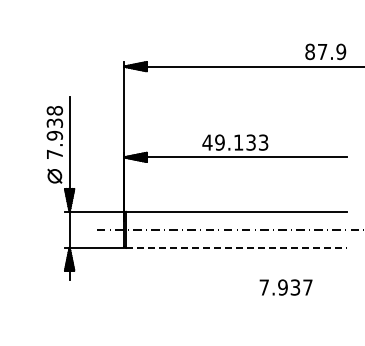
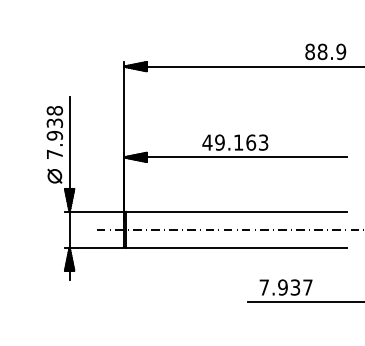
text at (322, 51): 87.9 -> 88.9
text at (251, 142): 49.133 -> 49.163
line at (236, 247): dashed -> solid
line at (304, 302): none -> present
